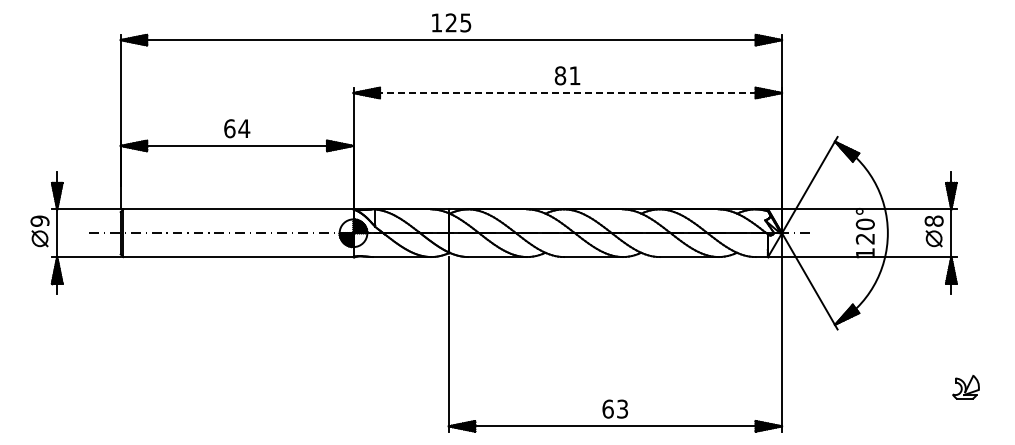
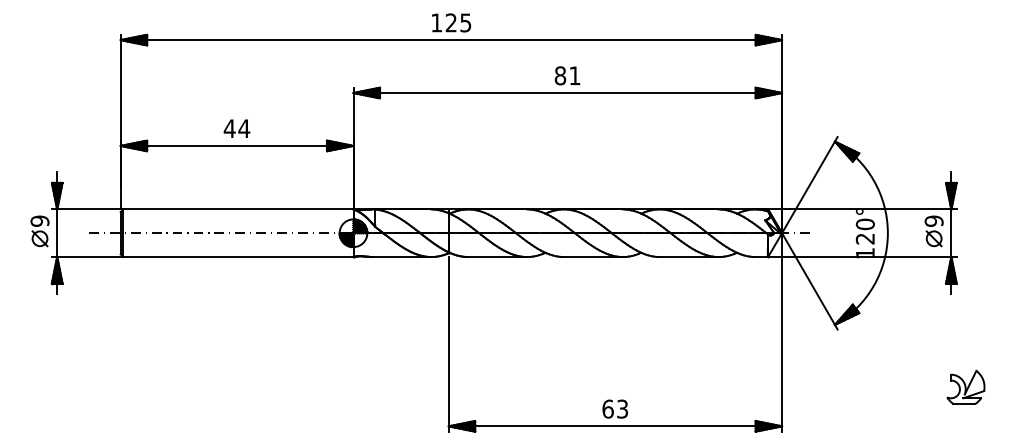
line at (568, 93): dashed -> solid
text at (229, 128): 64 -> 44
text at (933, 220): 8 -> 9
part at (965, 387) size: 28x25 px -> 40x35 px
